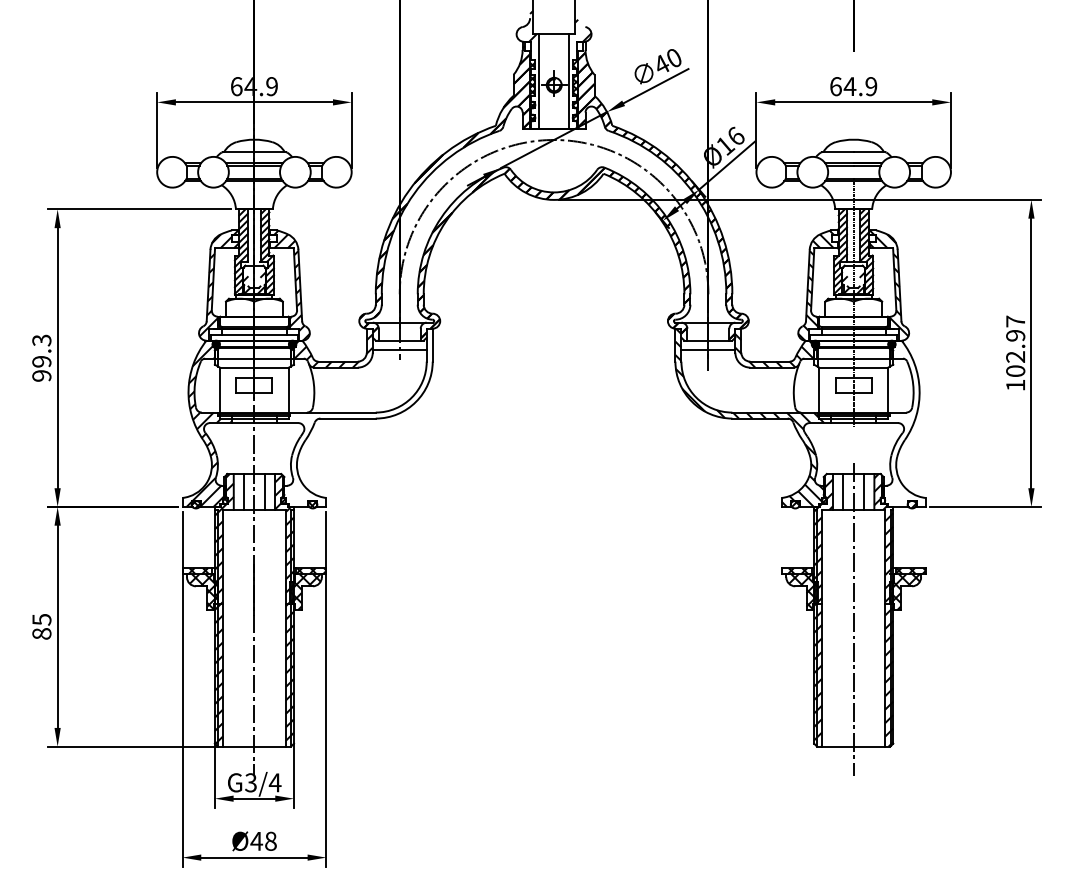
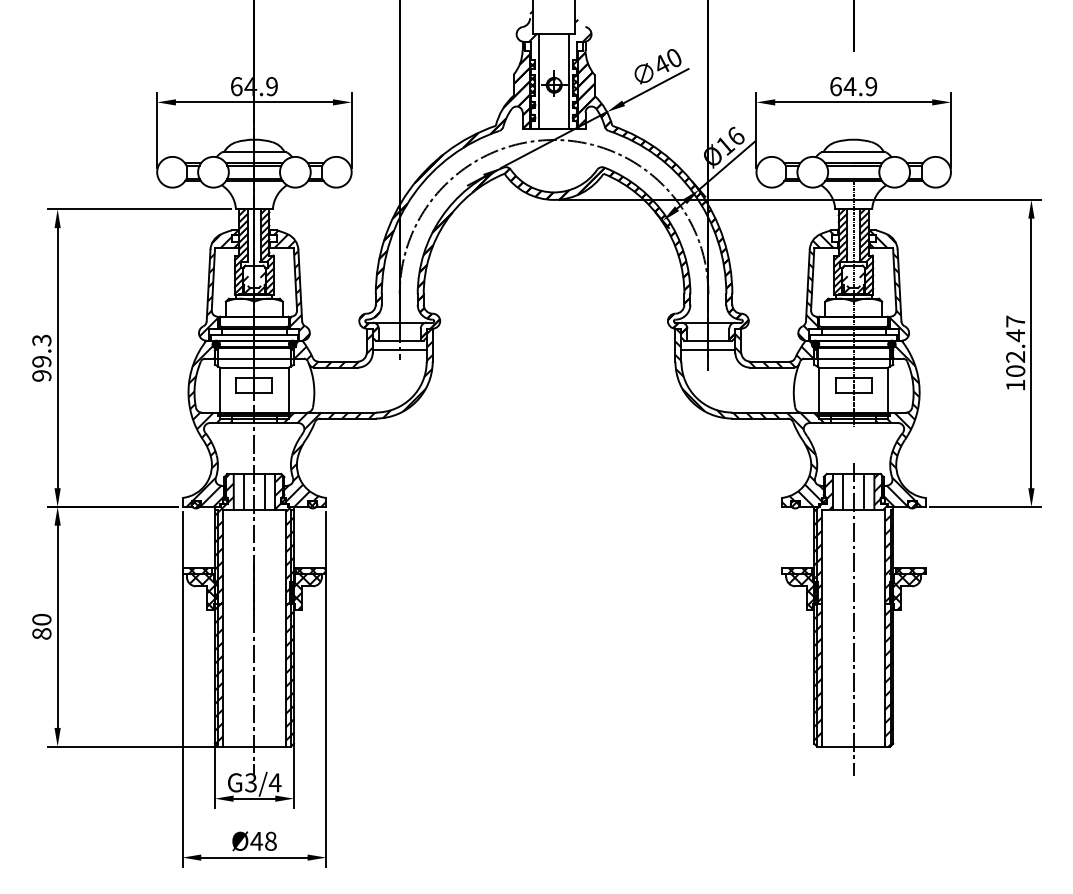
text at (1015, 335): 102.97 -> 102.47
hatch at (358, 417): none -> present
hatch at (898, 426): none -> present
text at (41, 619): 85 -> 80
